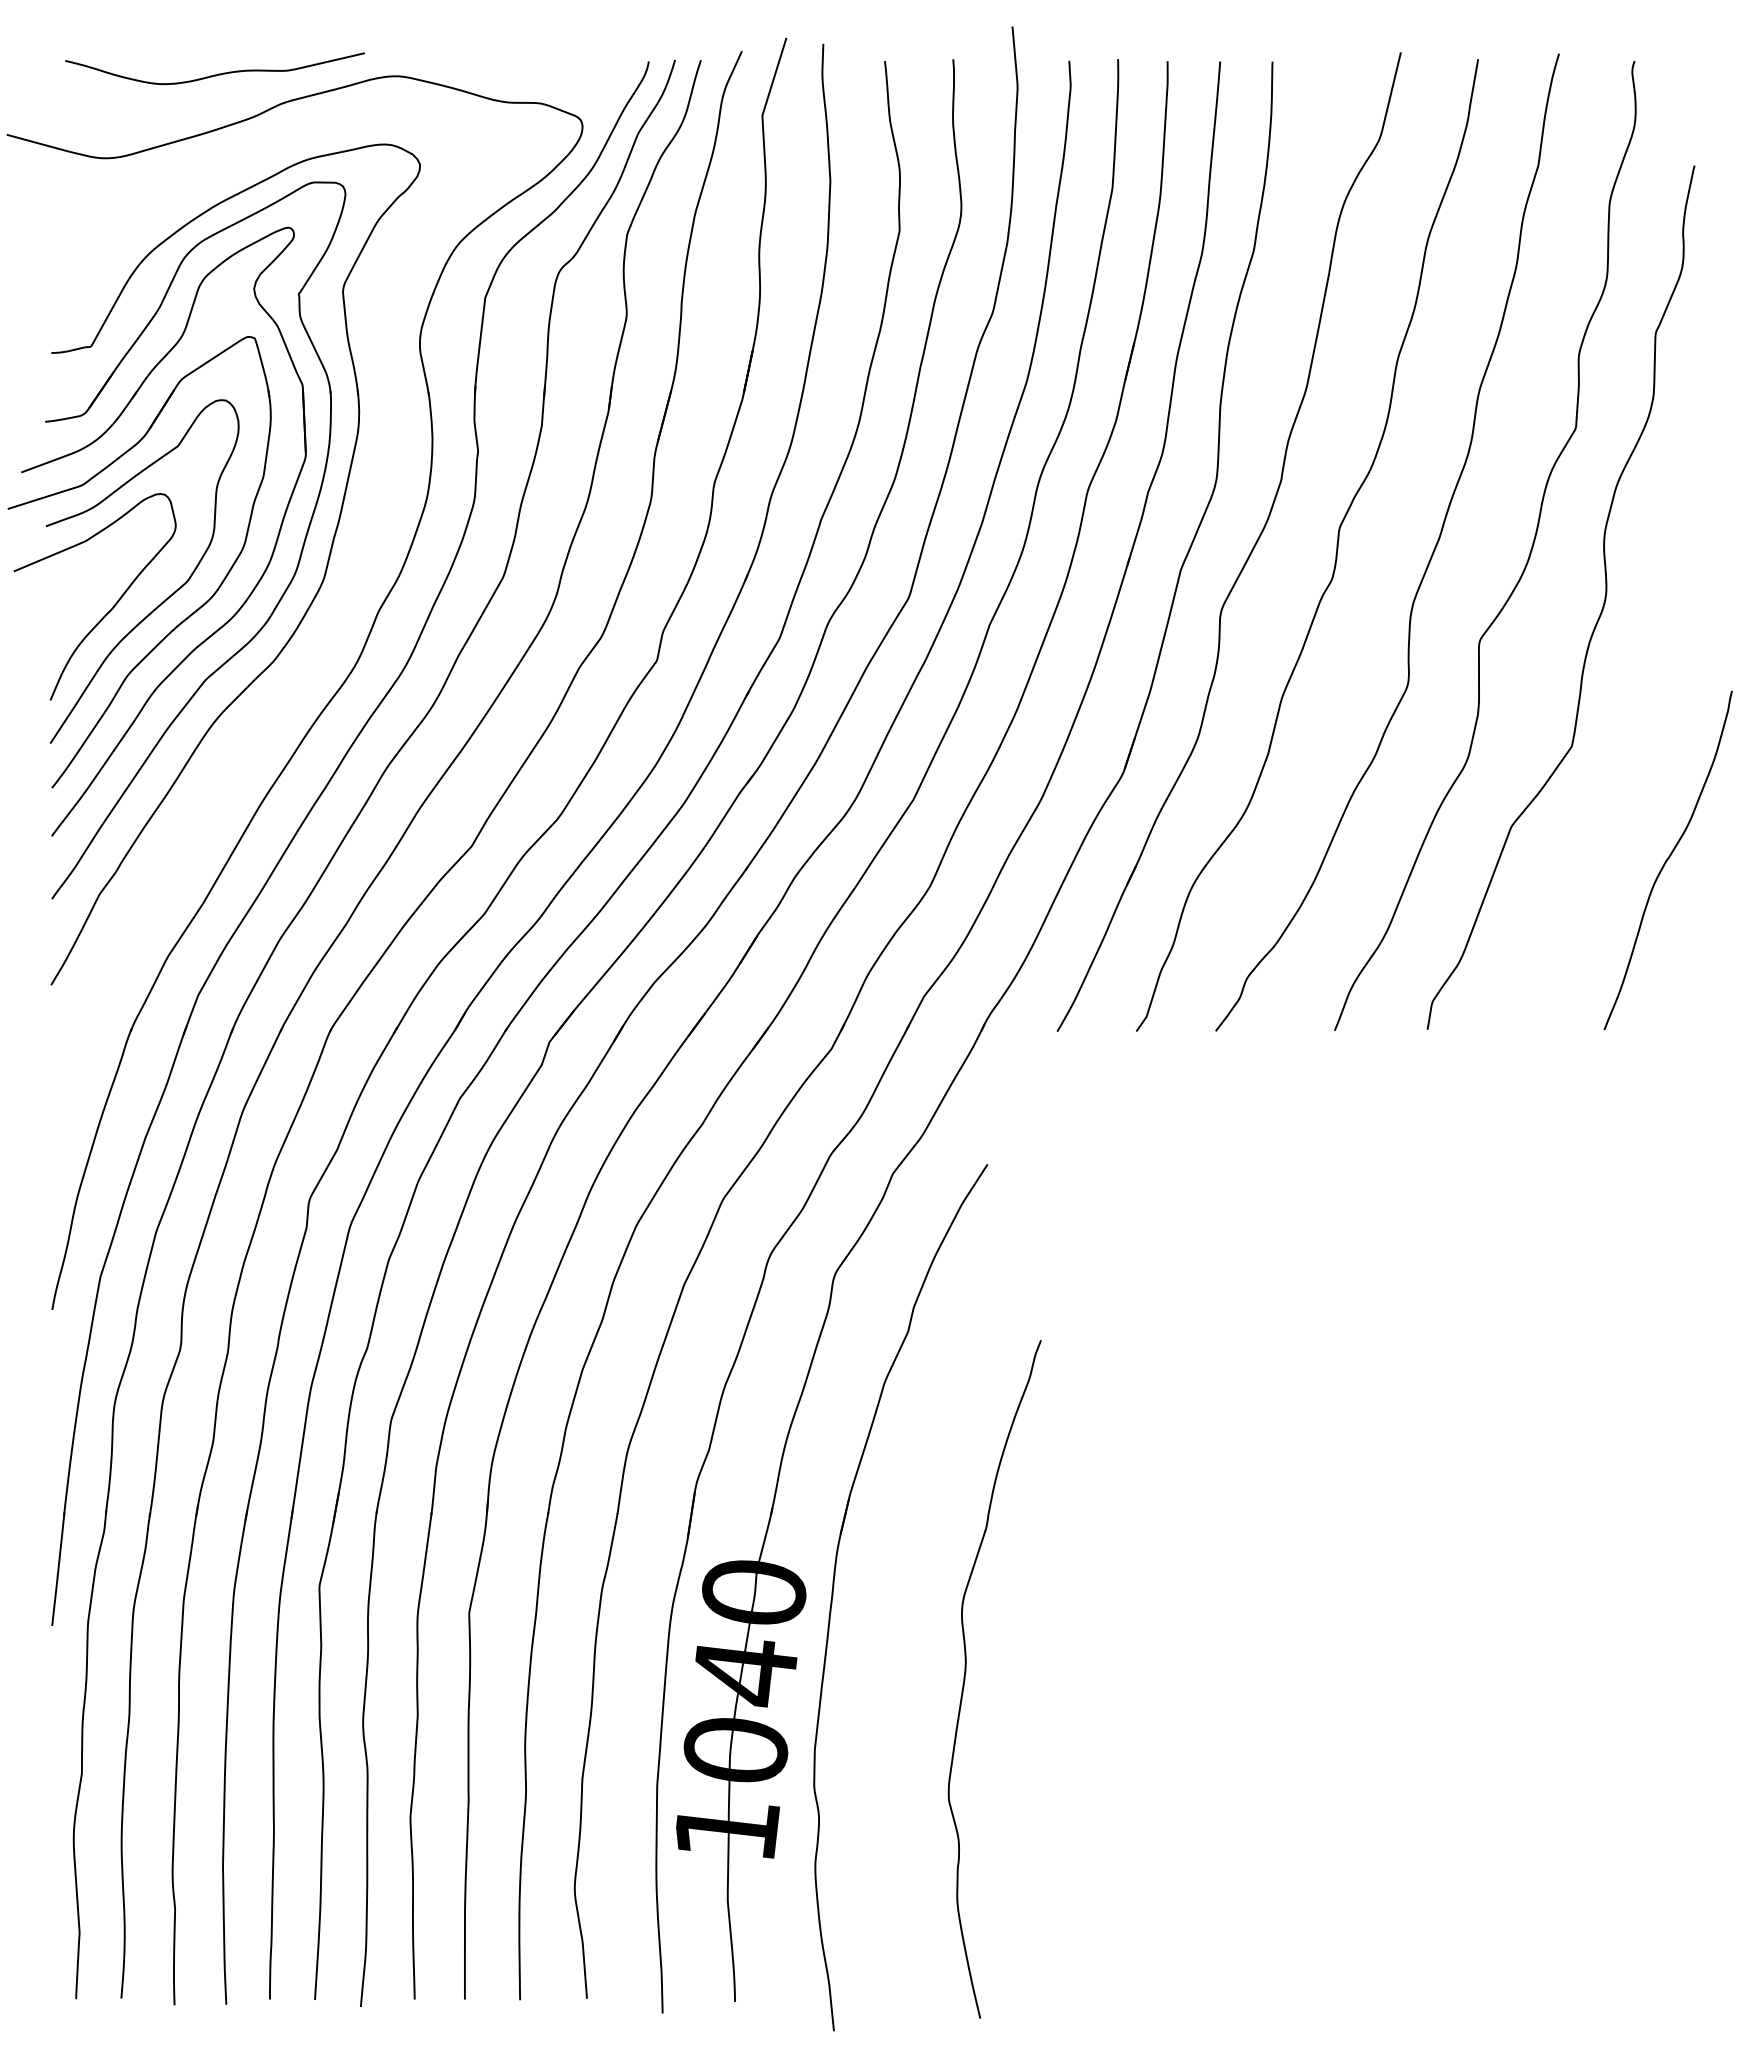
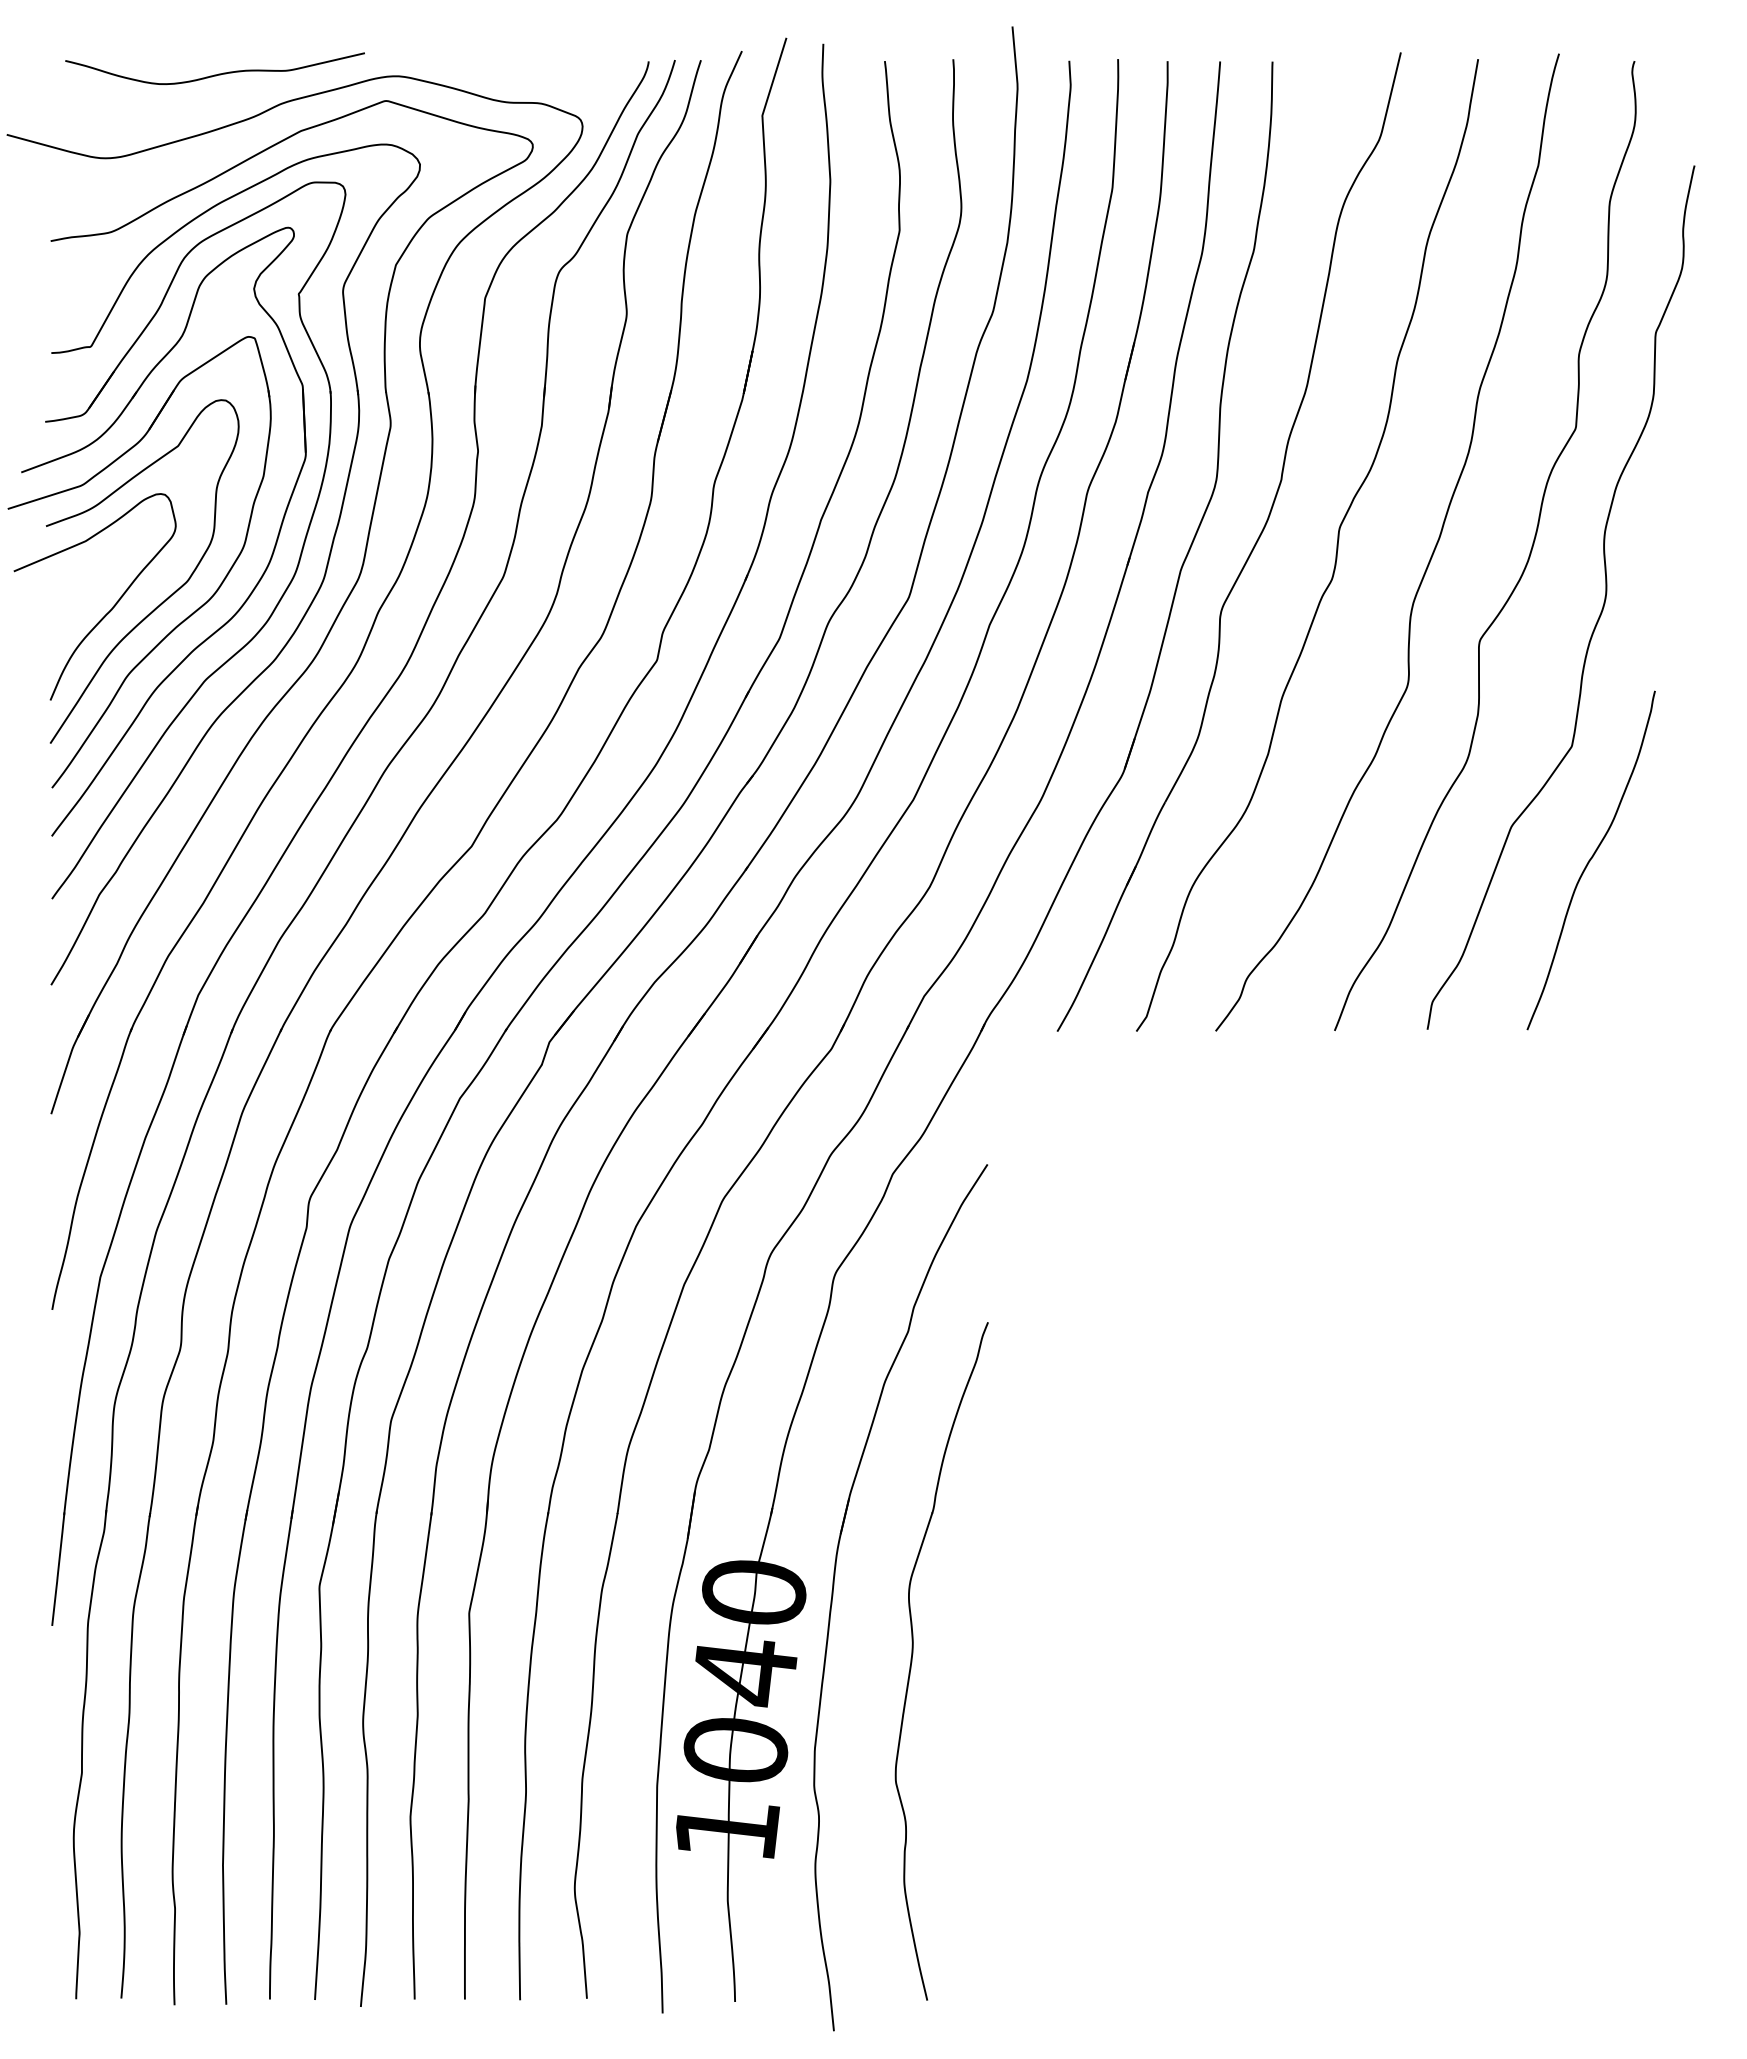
part at (330, 627): none -> present
curve at (1667, 860) position: (1667, 860) -> (1590, 860)
part at (966, 1672) position: (966, 1672) -> (913, 1654)
